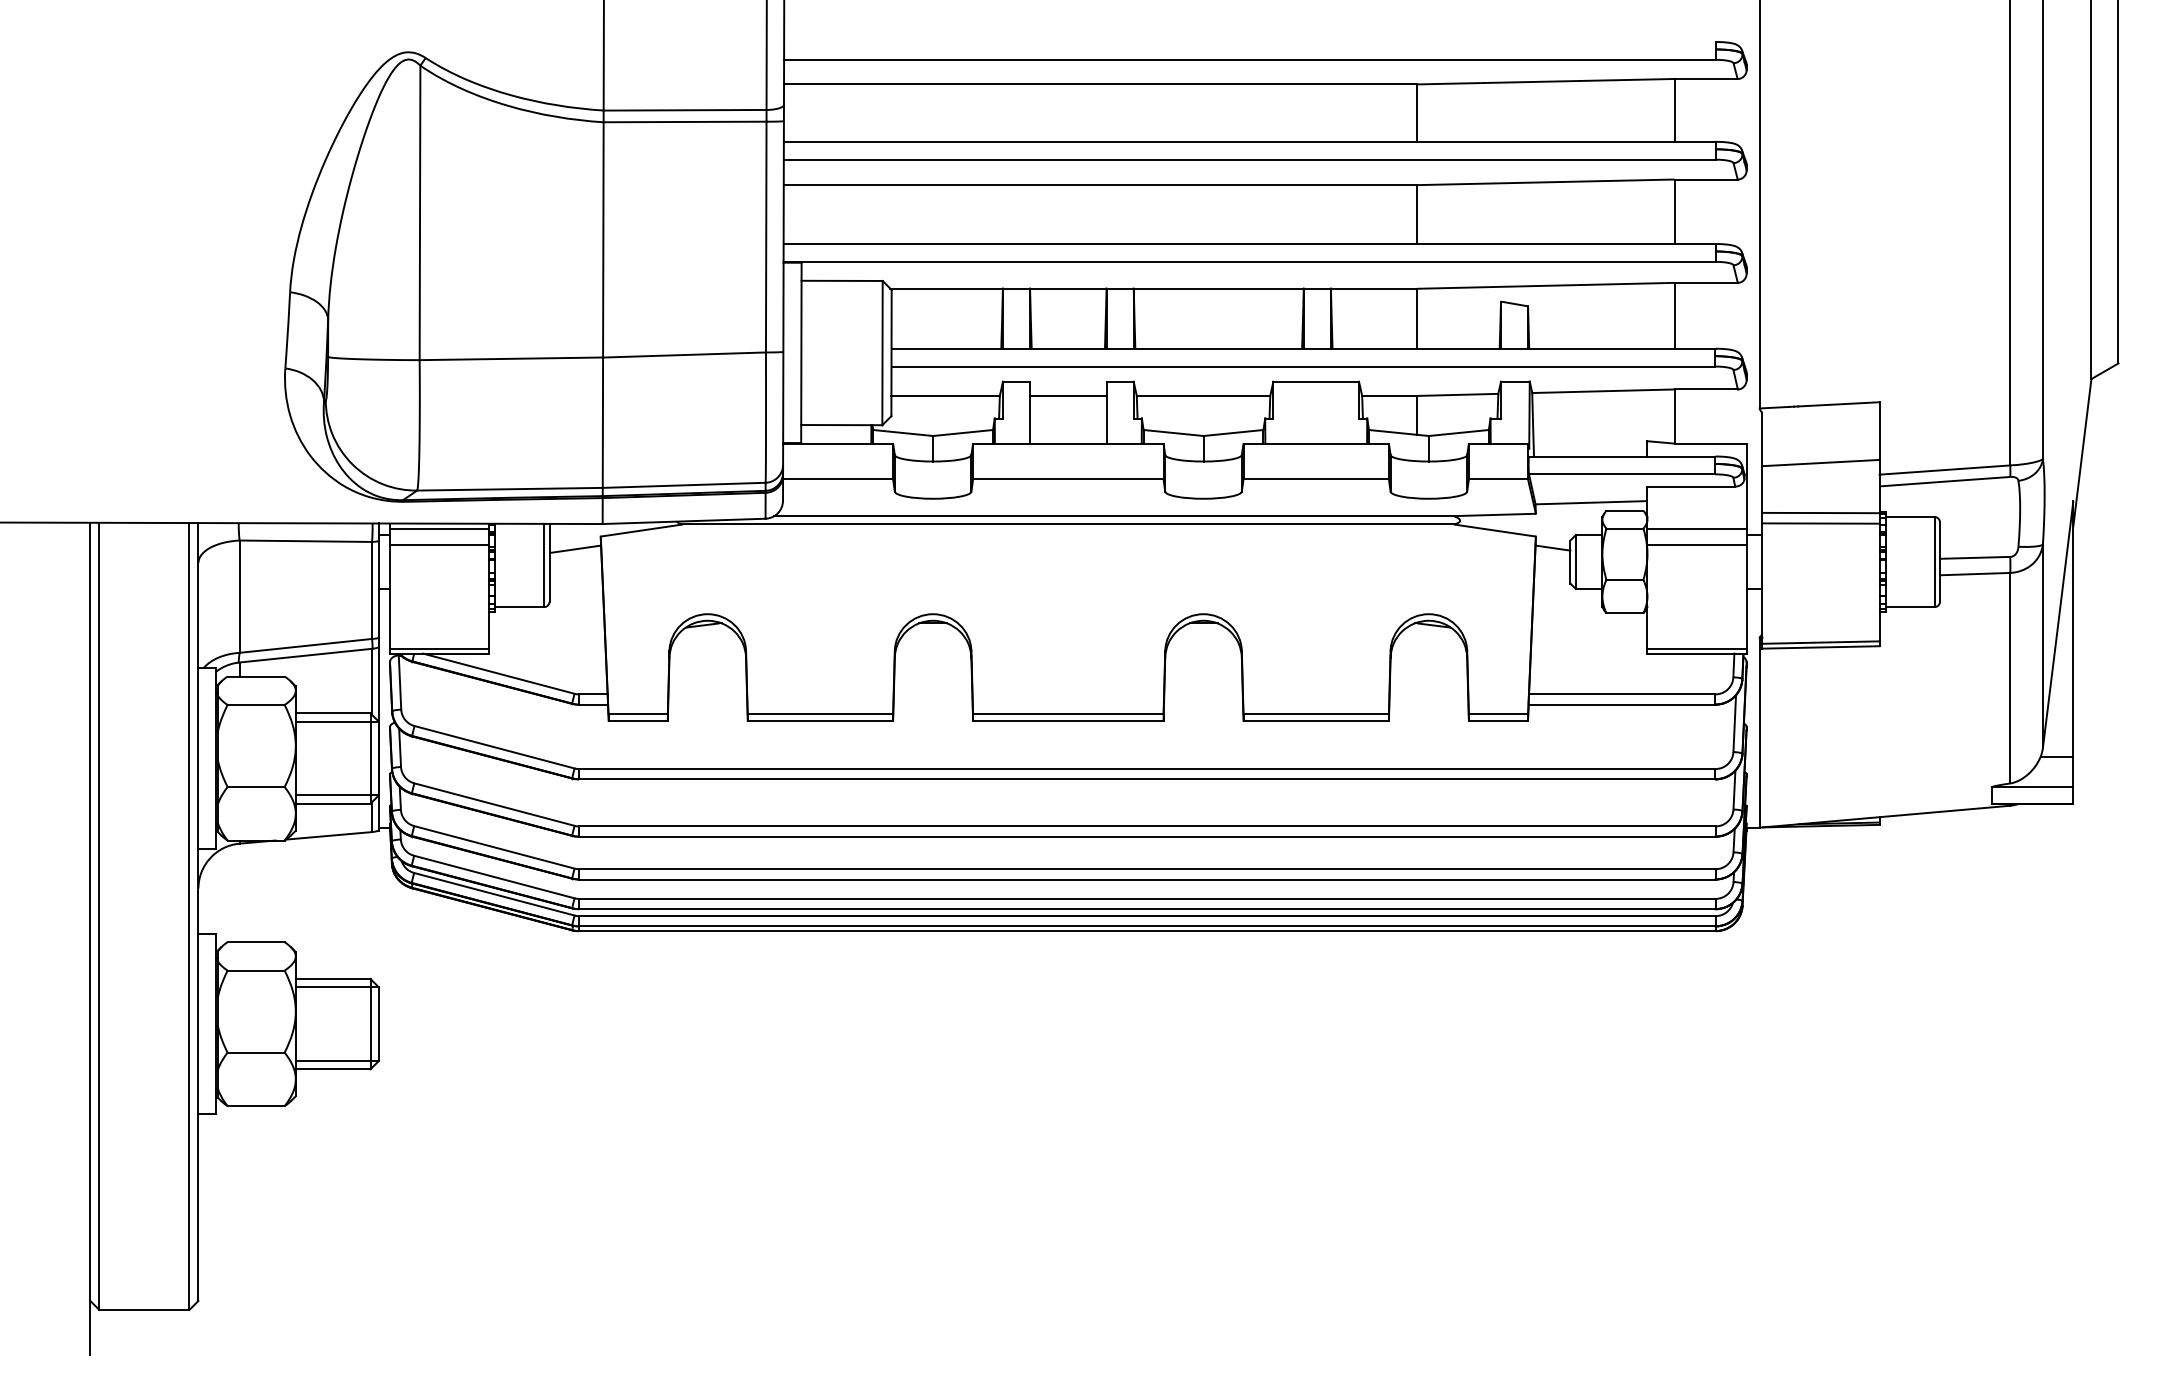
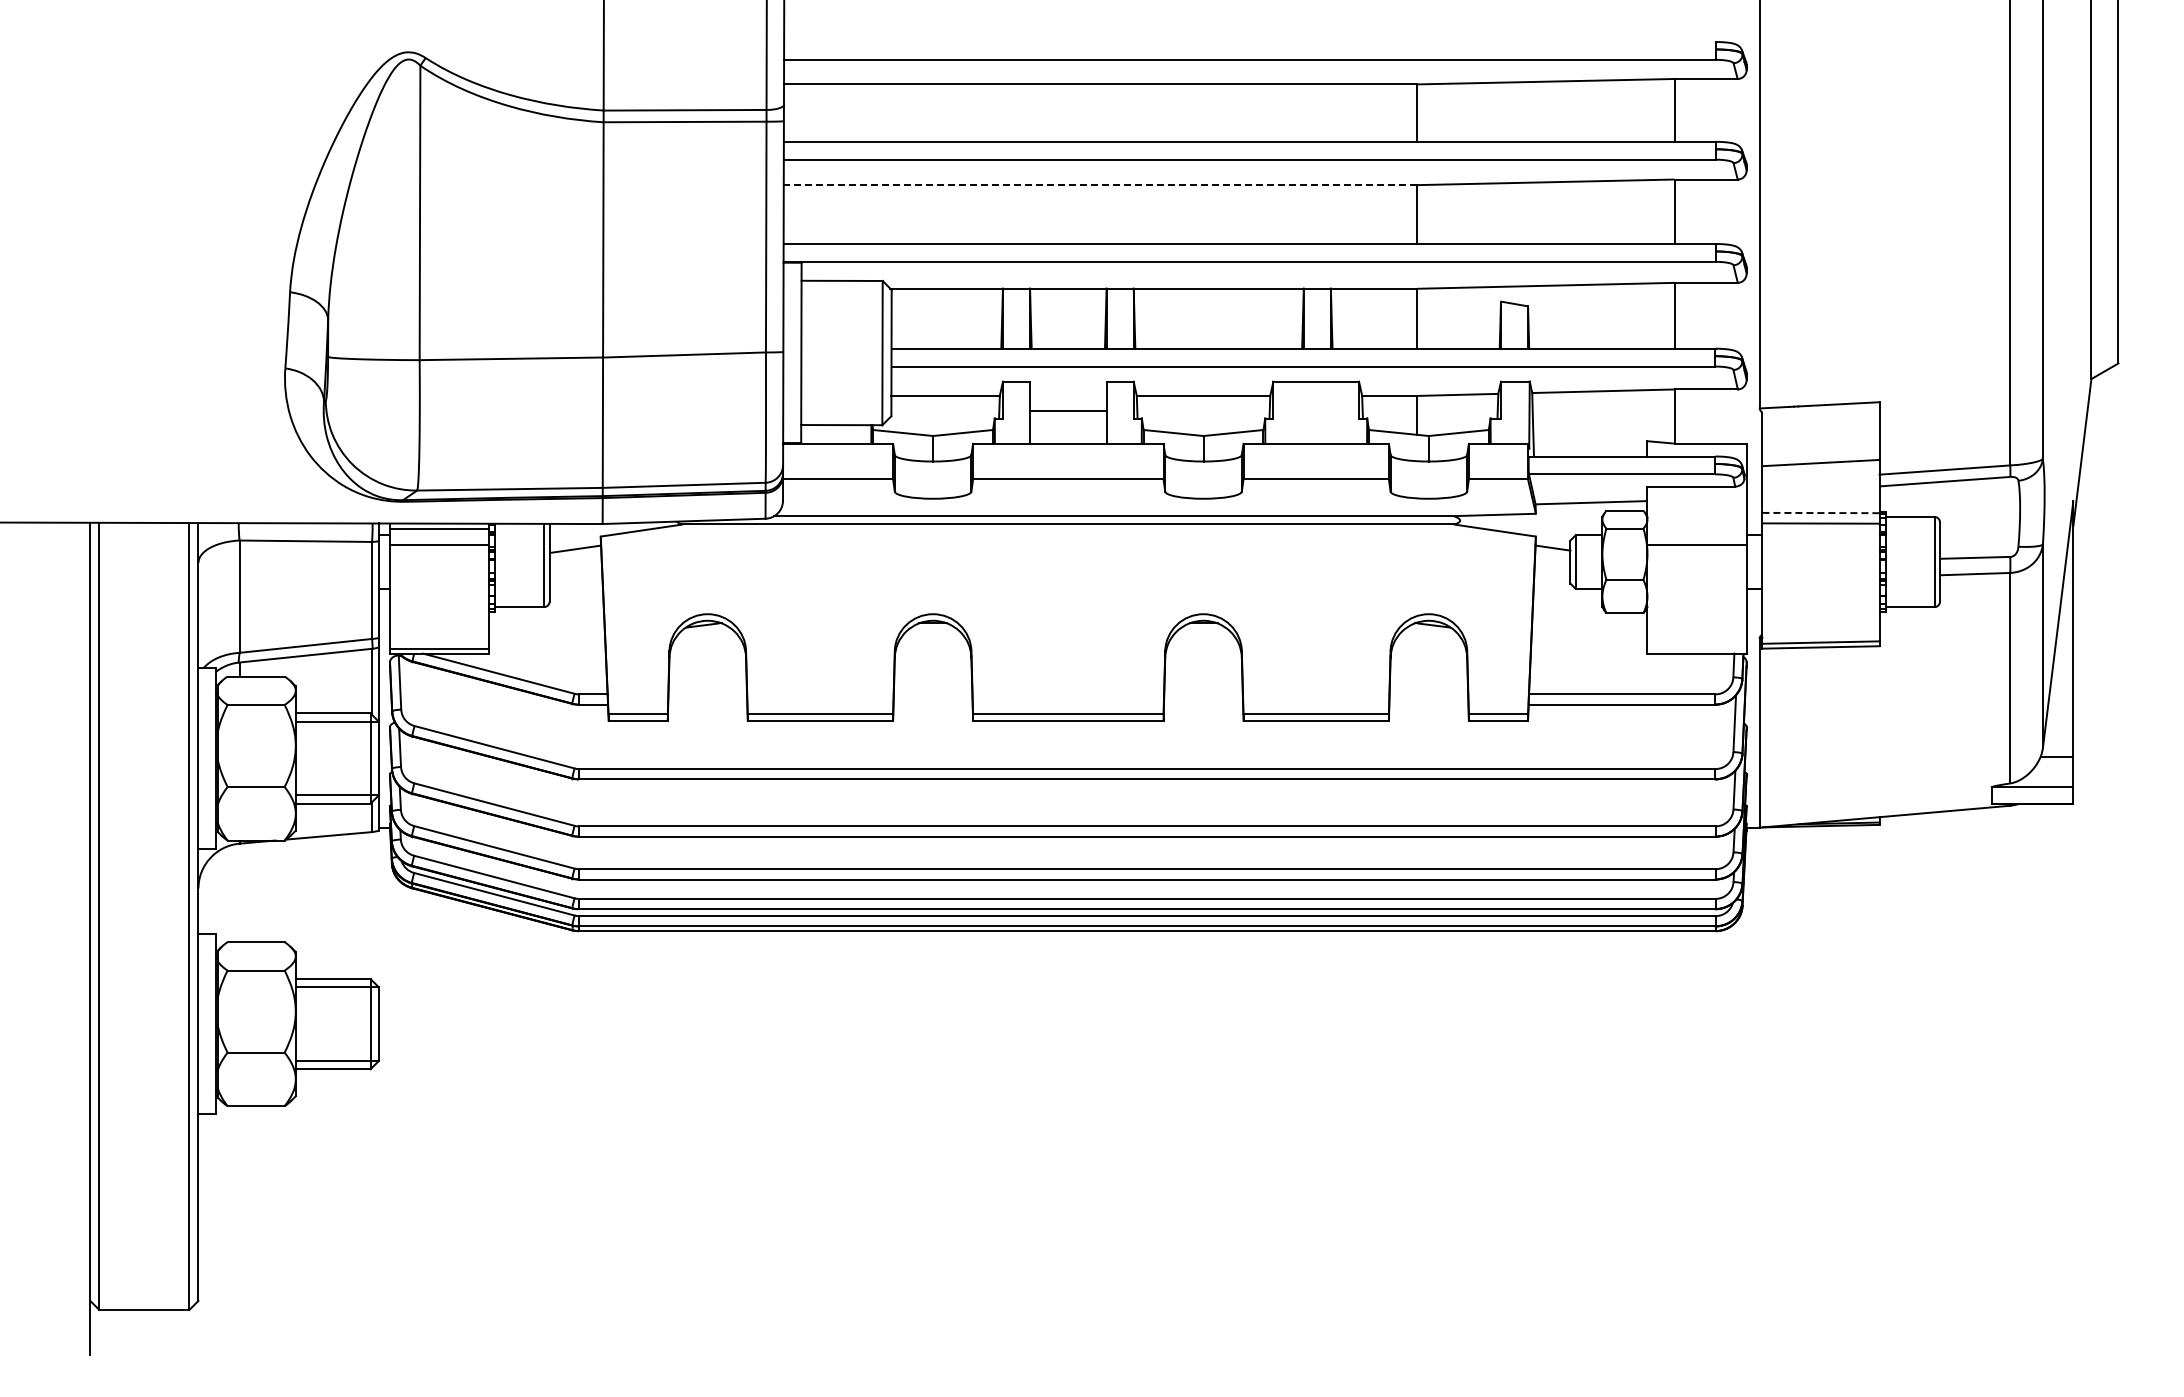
line at (1100, 185): solid -> dashed
line at (1068, 395) position: (1068, 395) -> (1068, 410)
line at (1821, 513): solid -> dashed
line at (1696, 529): present -> none
line at (1696, 648): present -> none
